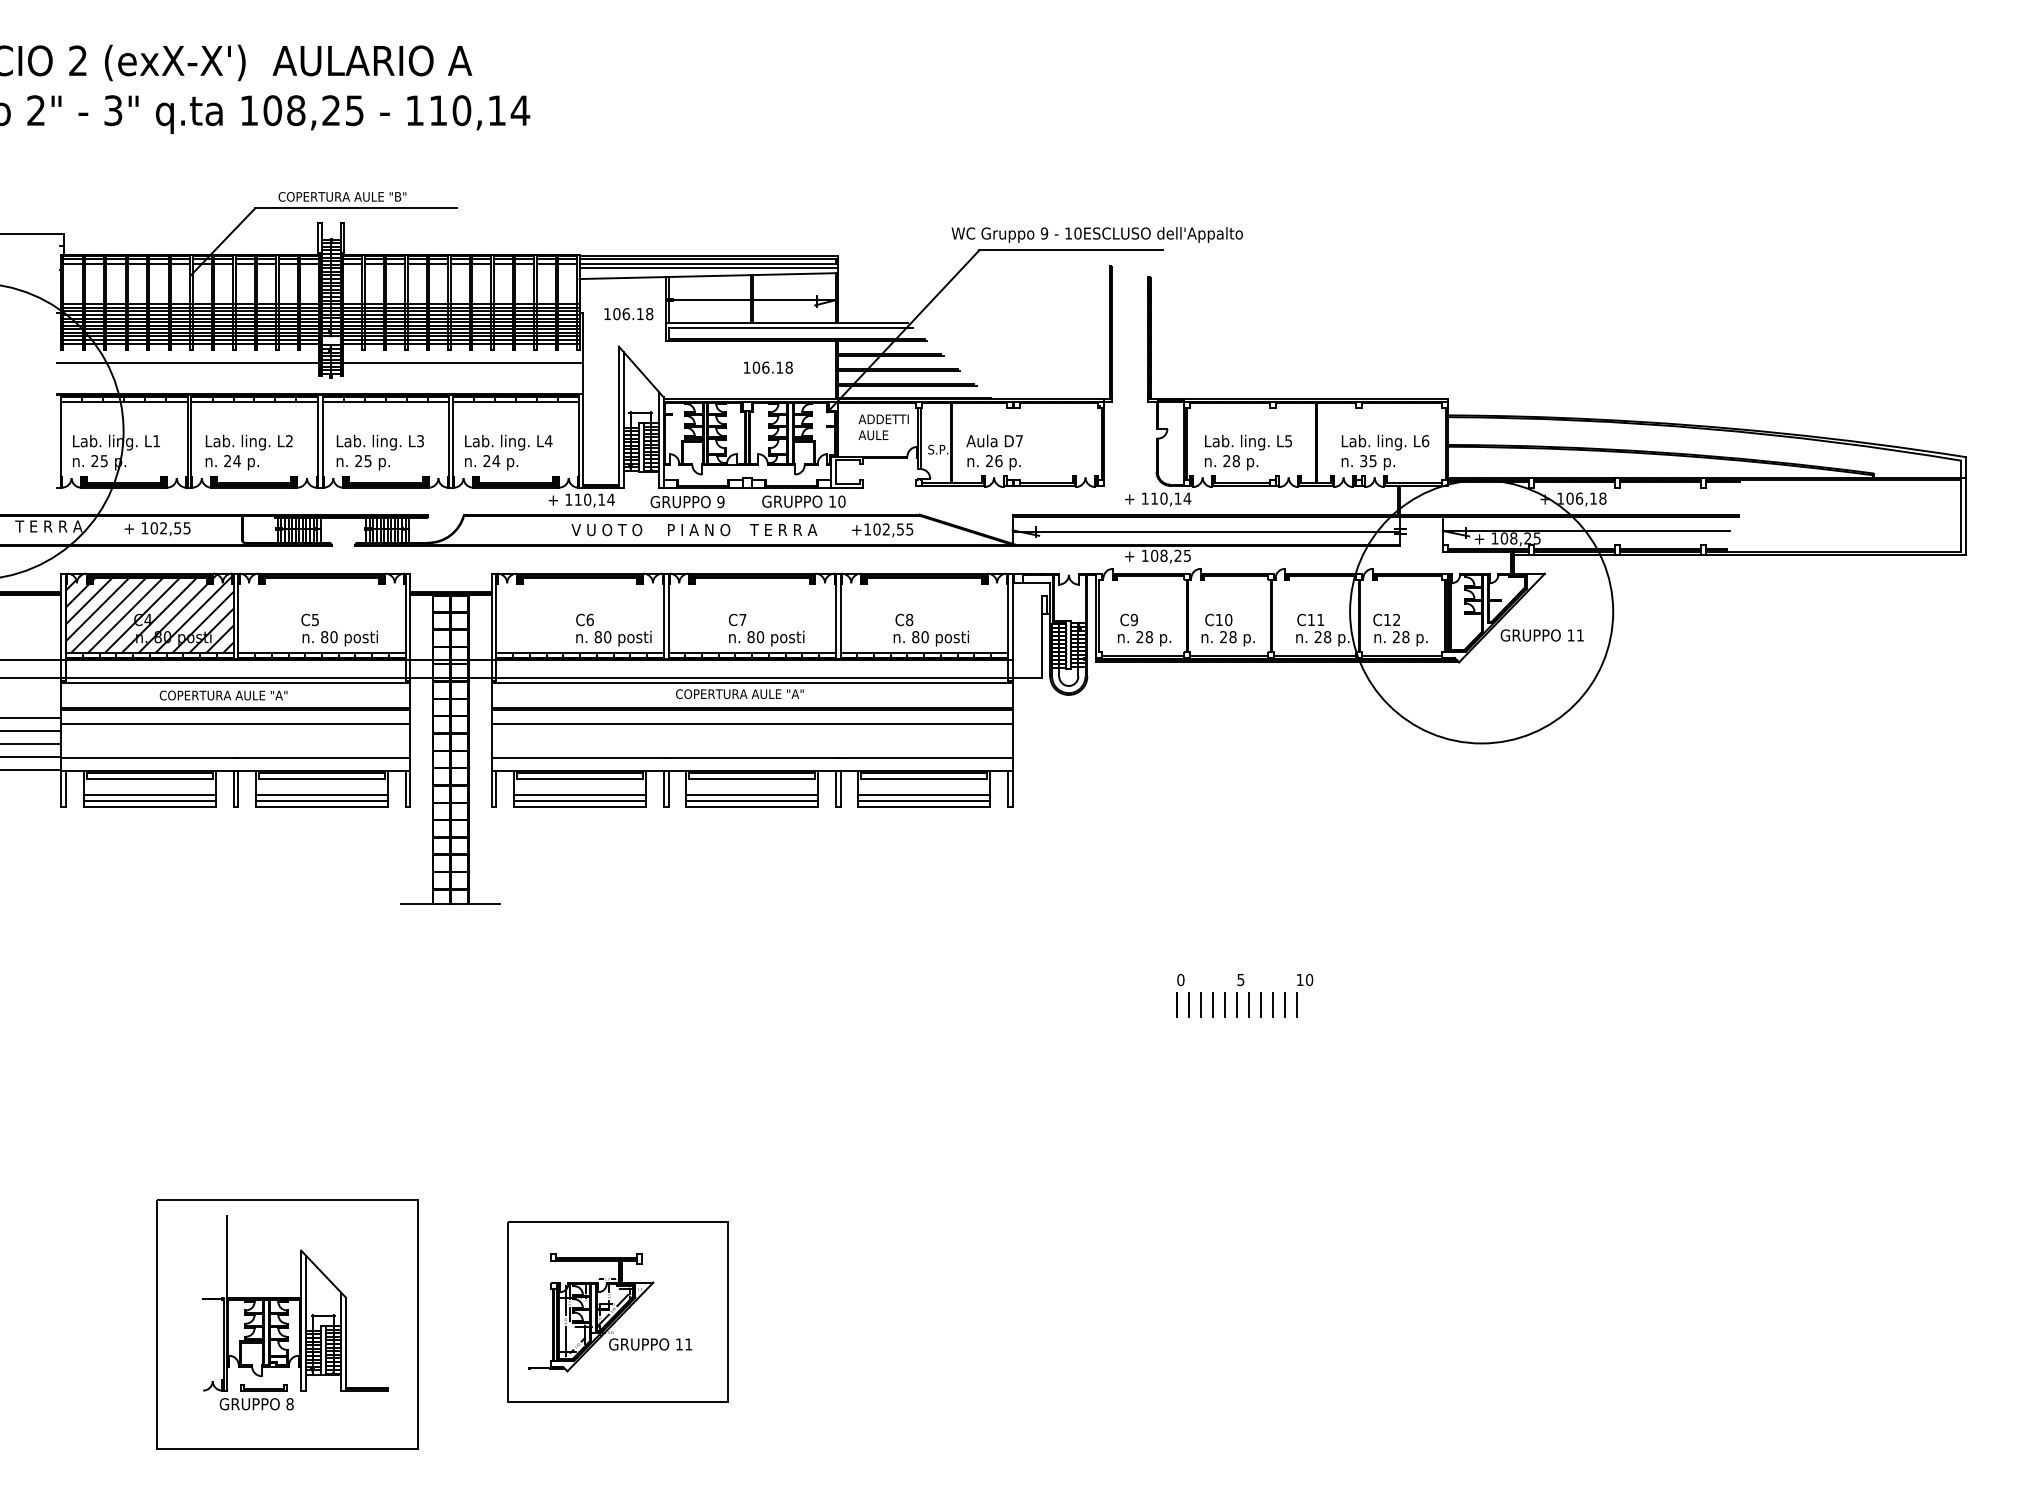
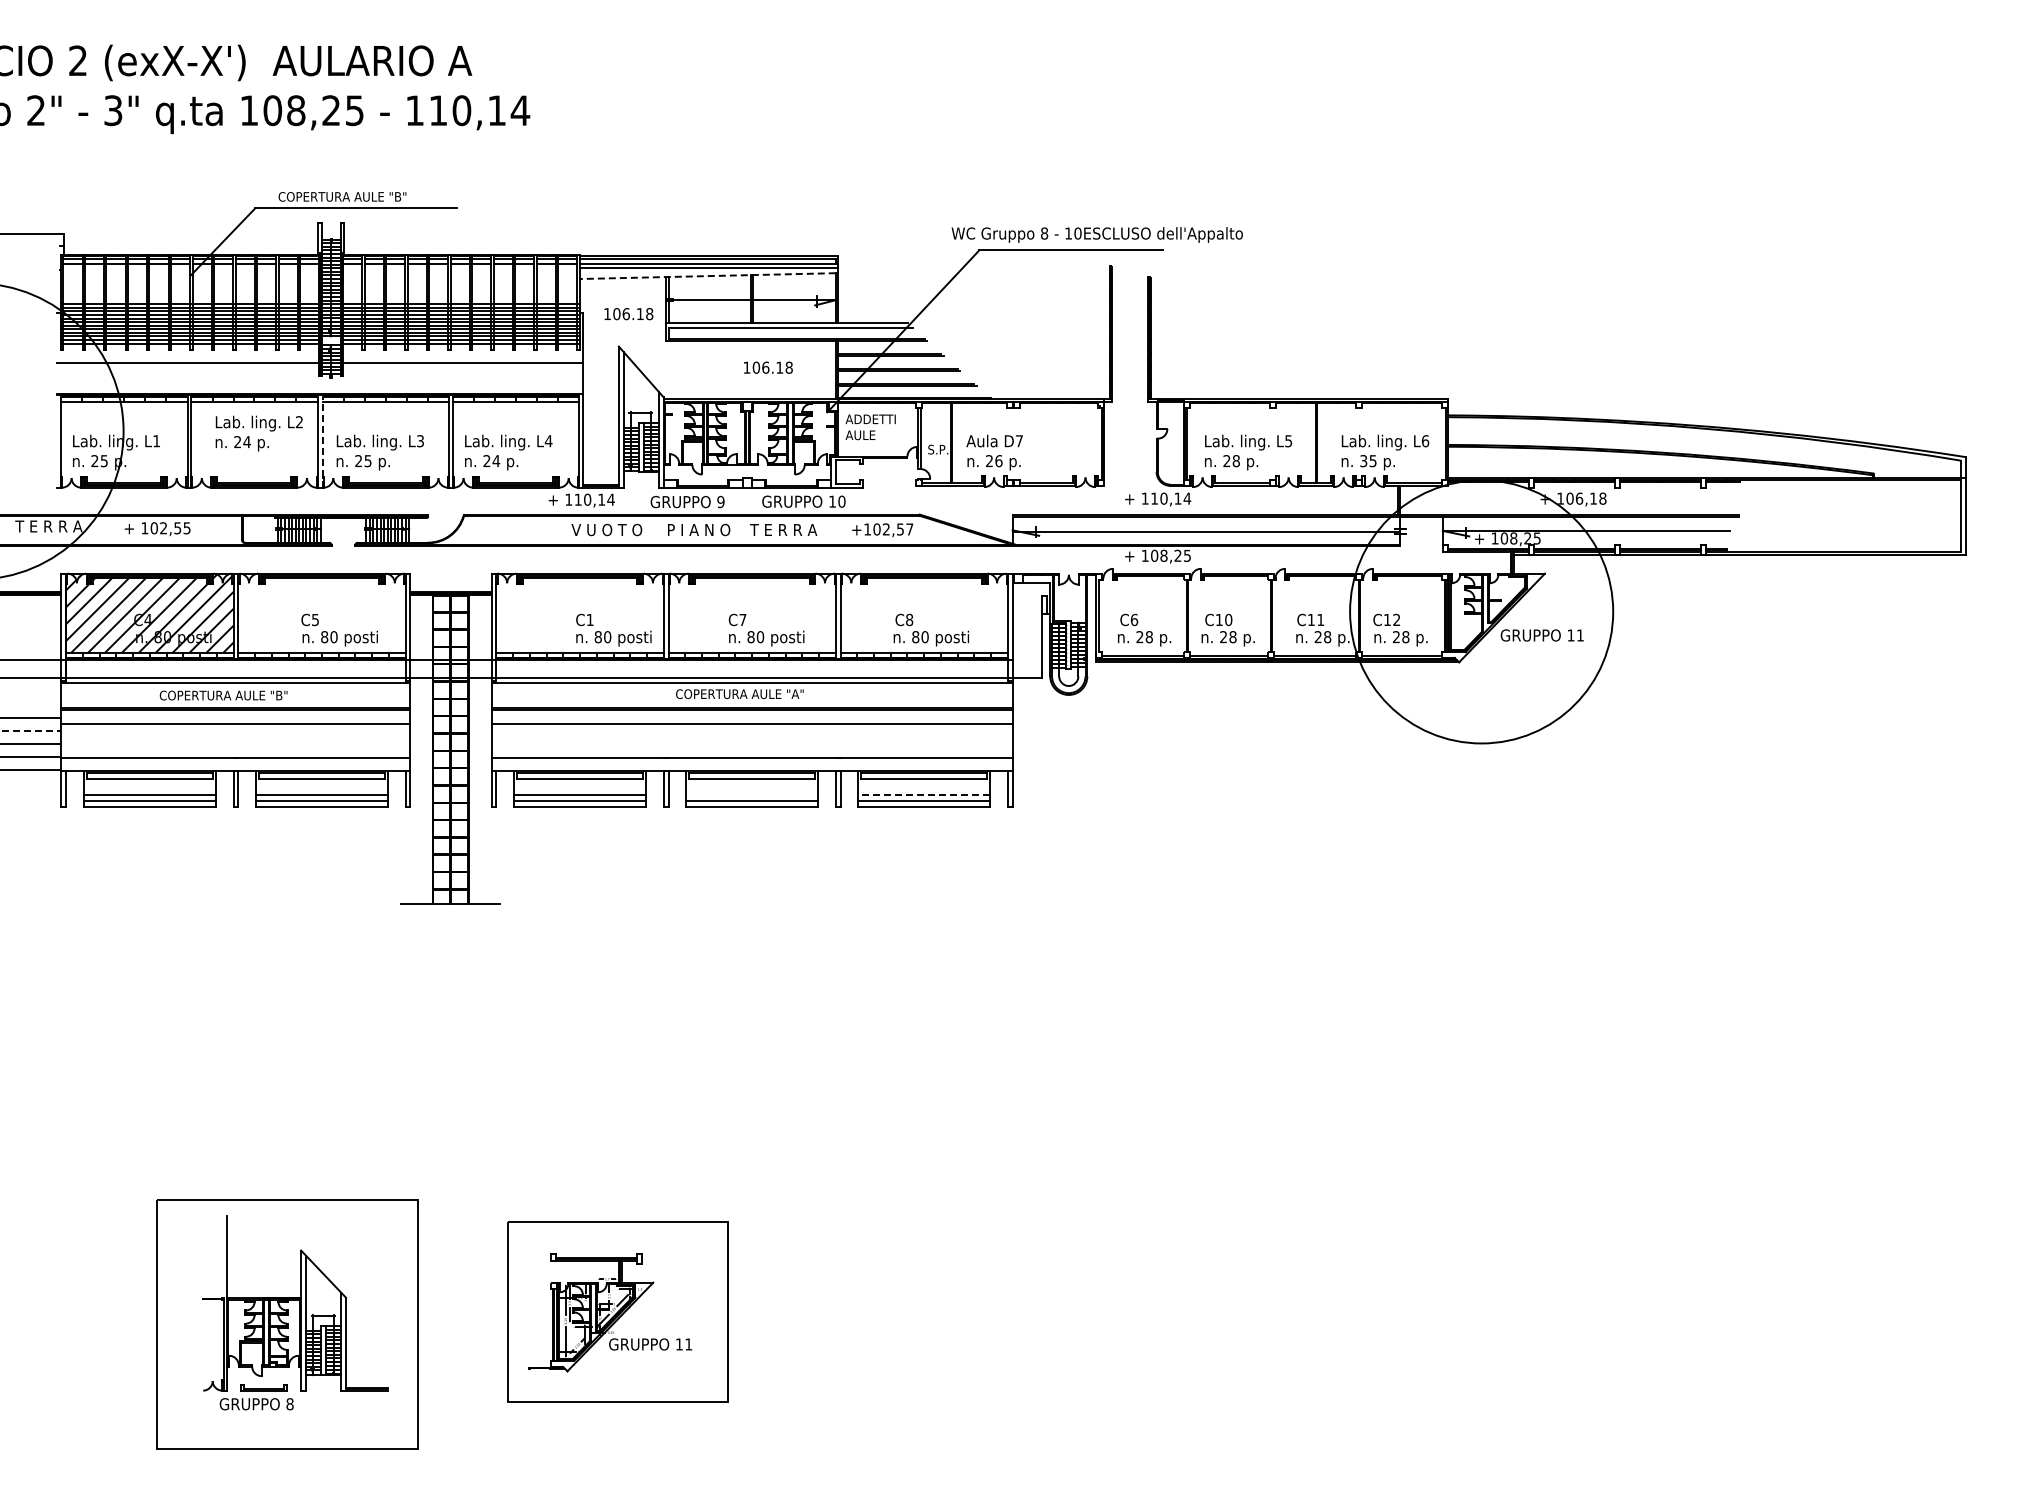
text at (1044, 233): 9 -> 8
line at (707, 276): solid -> dashed
text at (883, 427) position: (883, 427) -> (870, 427)
line at (322, 441): solid -> dashed
text at (248, 452) position: (248, 452) -> (258, 433)
text at (909, 529): +102,55 -> +102,57
text at (589, 619): C6 -> C1
text at (1134, 619): C9 -> C6
text at (278, 695): COPERTURA AULE "A" -> COPERTURA AULE "B"
line at (30, 730): solid -> dashed
line at (751, 794): present -> none
line at (924, 794): solid -> dashed
part at (1244, 995): present -> none
